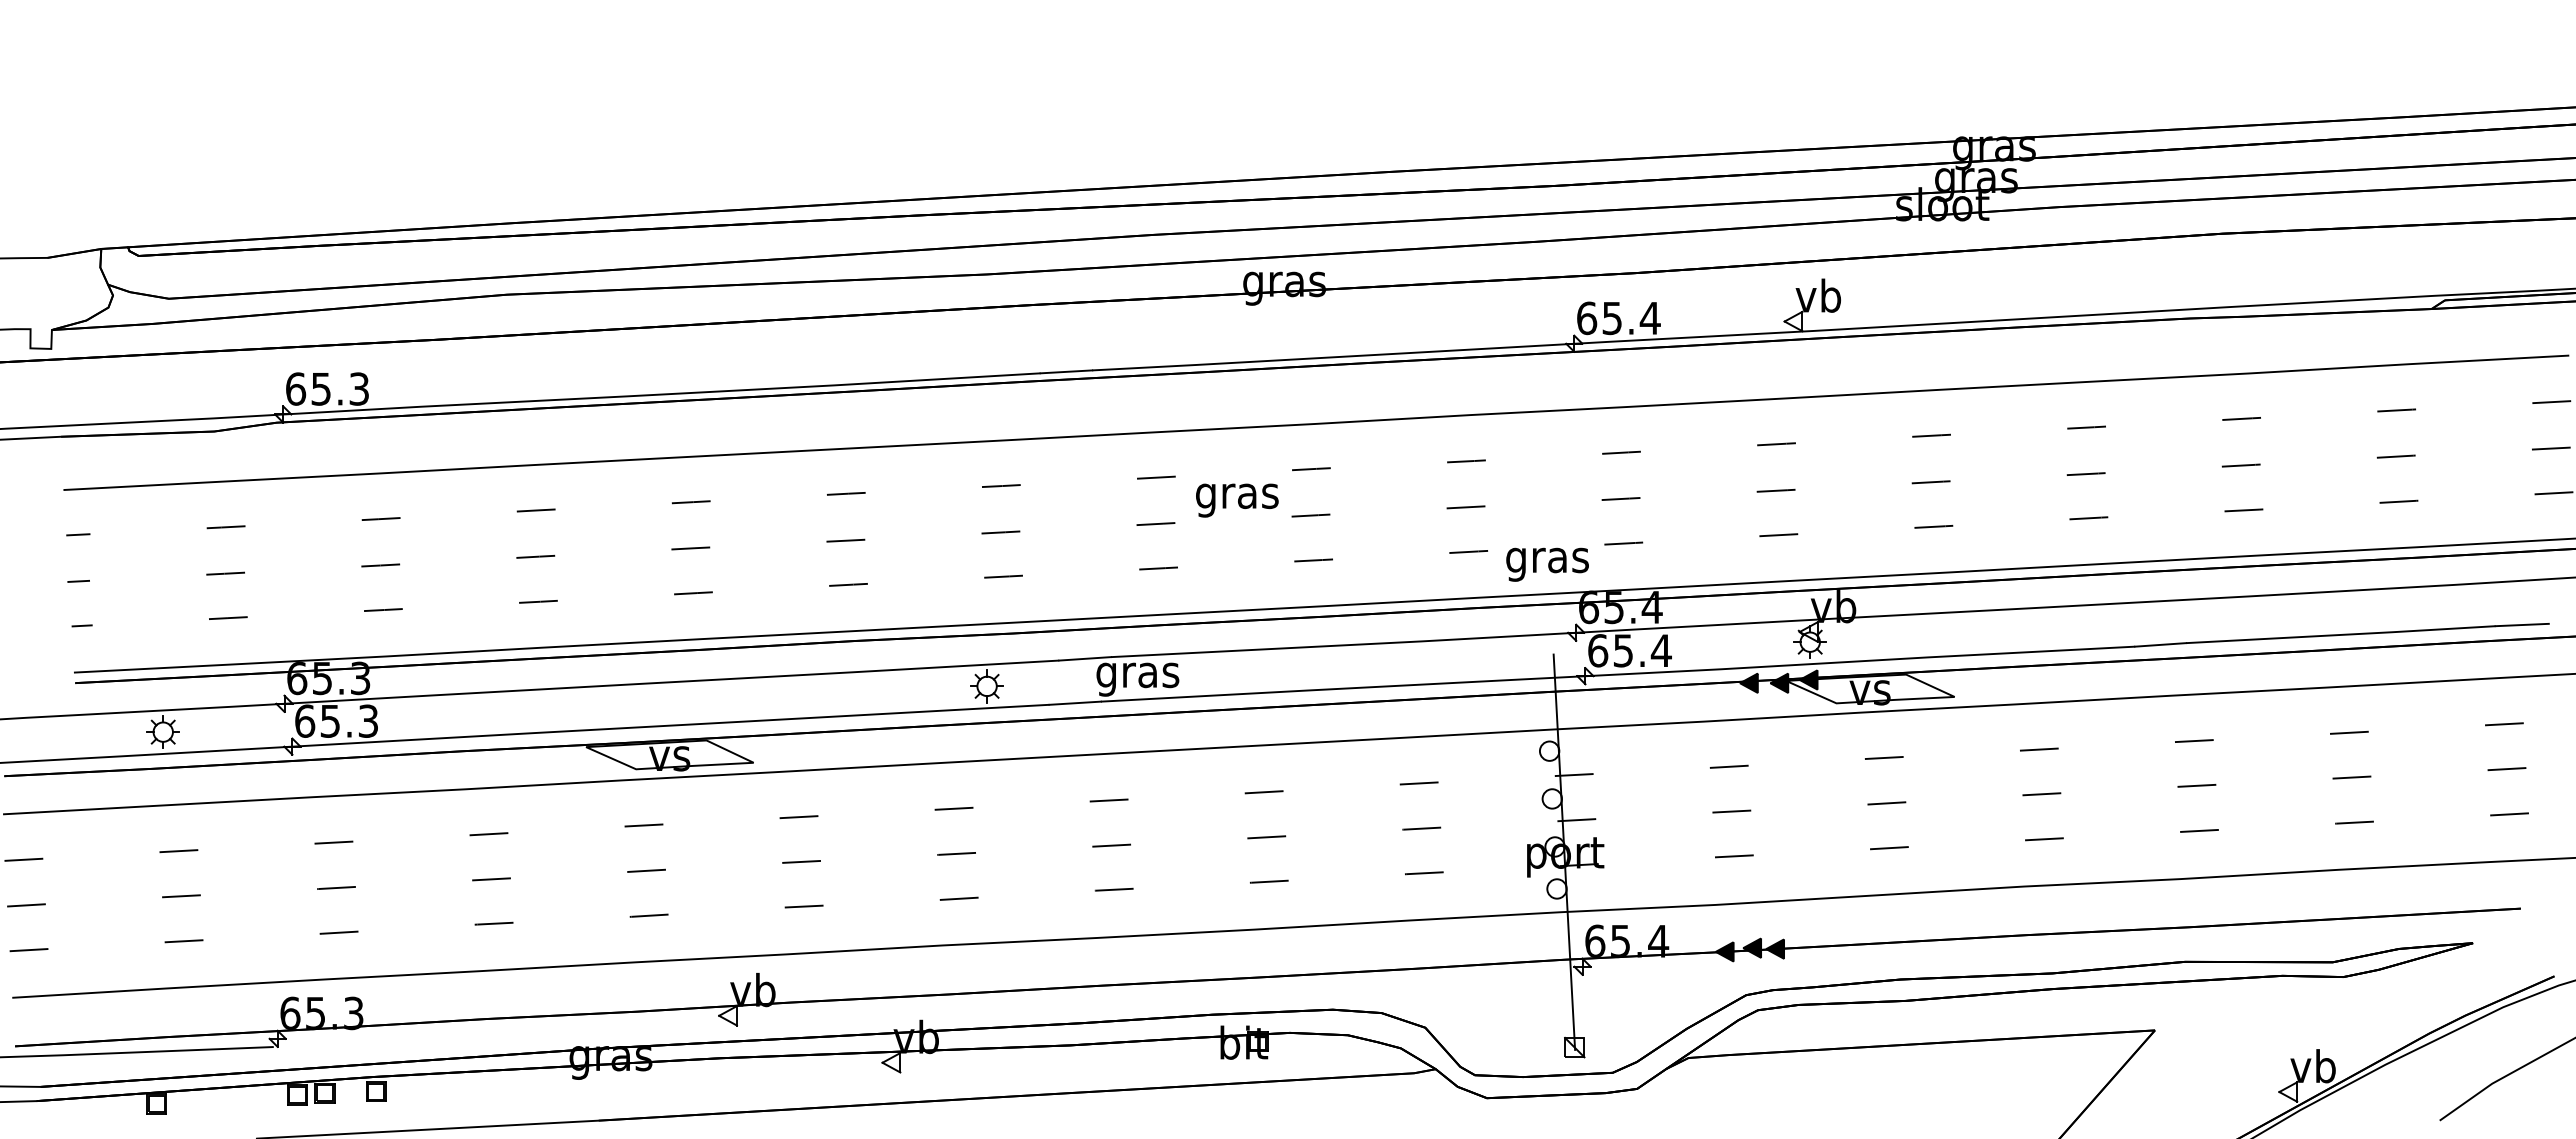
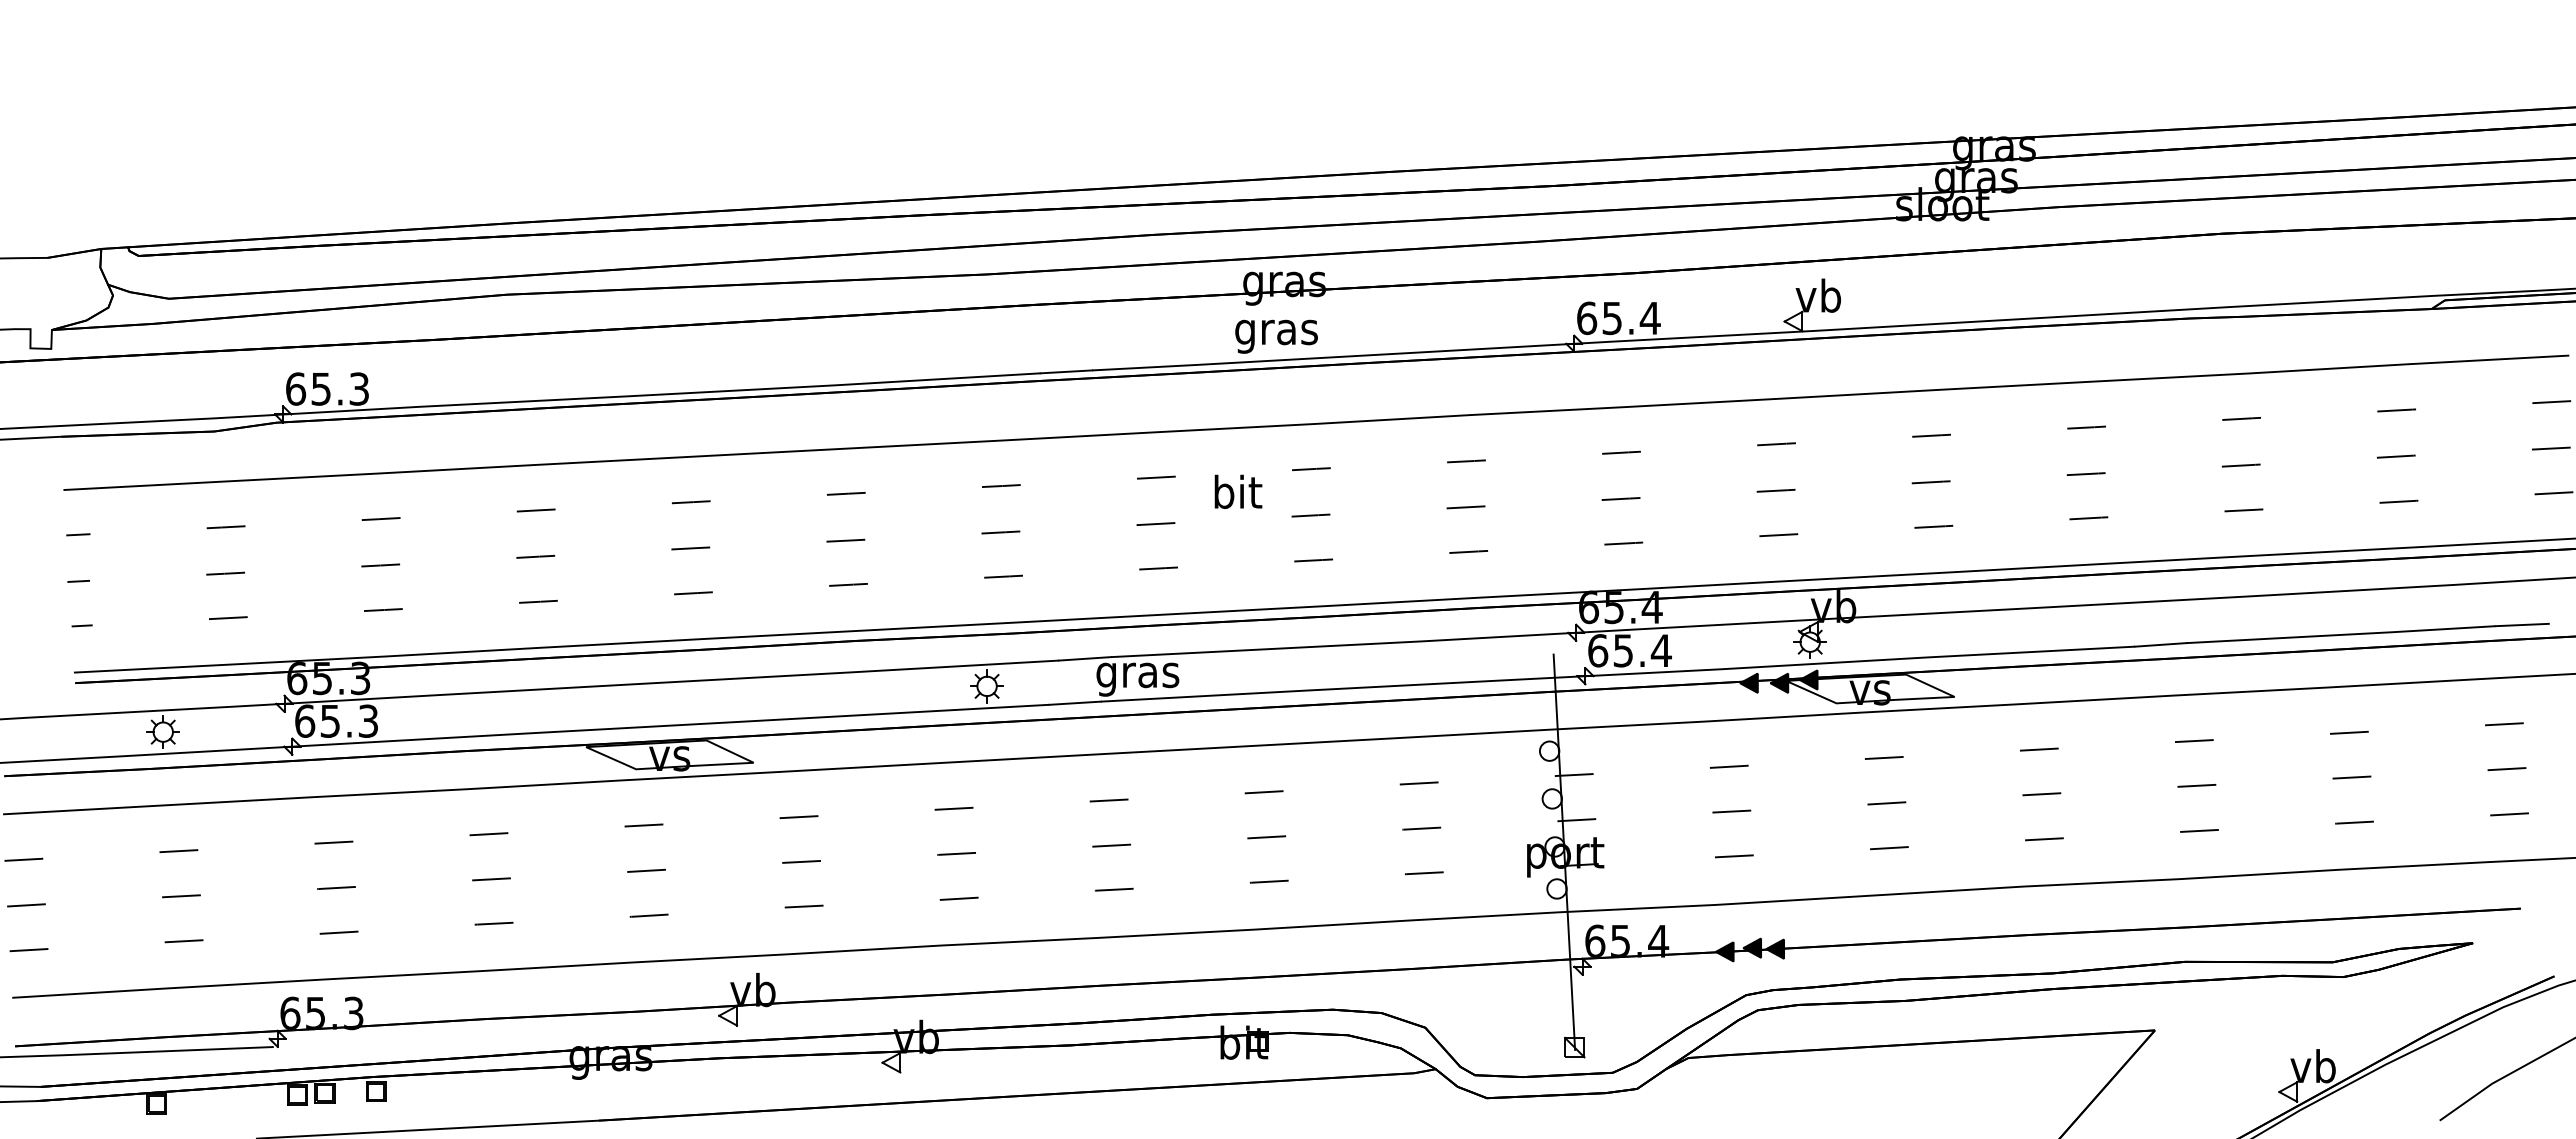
text at (1237, 495): gras -> bit
text at (1547, 564) position: (1547, 564) -> (1276, 336)
